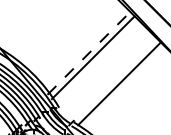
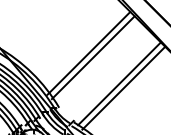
line at (88, 53): dashed -> solid
line at (123, 87): none -> present
